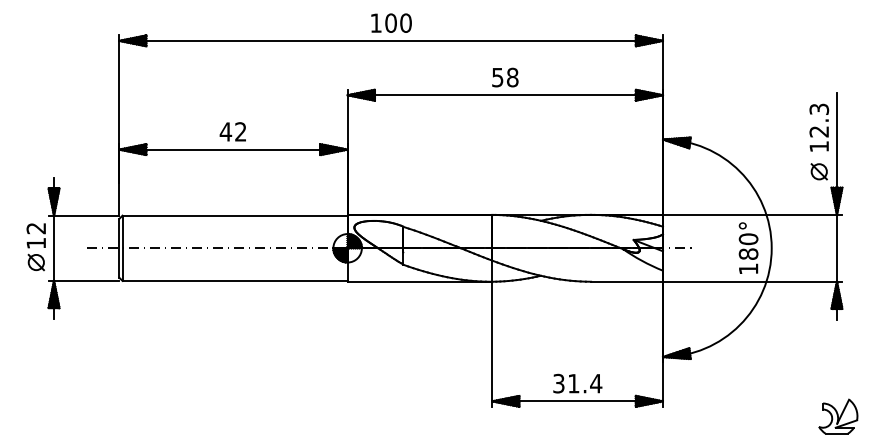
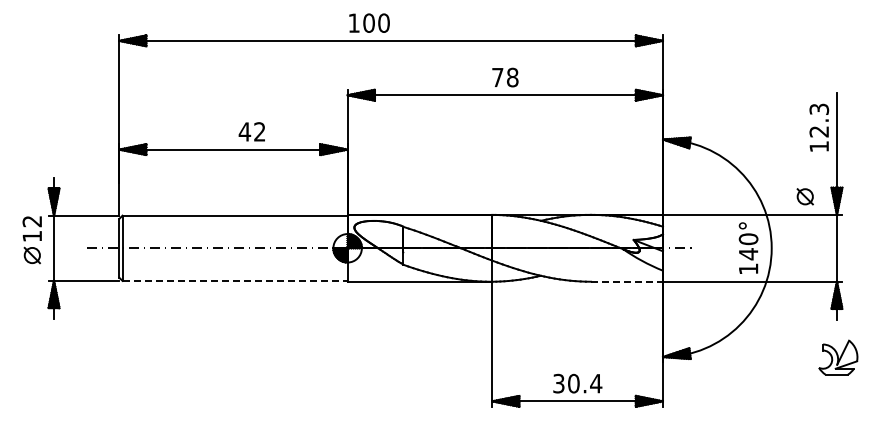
text at (391, 22) position: (391, 22) -> (369, 22)
text at (497, 77): 58 -> 78
text at (232, 131) position: (232, 131) -> (251, 131)
part at (818, 171) position: (818, 171) -> (804, 196)
part at (35, 247) position: (35, 247) -> (31, 240)
text at (748, 254): 180° -> 140°
line at (235, 280): solid -> dashed
line at (627, 281): solid -> dashed
text at (573, 383): 31.4 -> 30.4
part at (838, 416) position: (838, 416) -> (838, 357)
